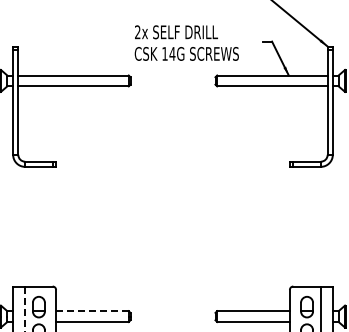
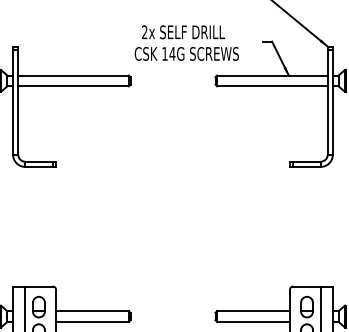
text at (176, 32) position: (176, 32) -> (183, 32)
line at (25, 309): dashed -> solid
line at (91, 311): dashed -> solid
